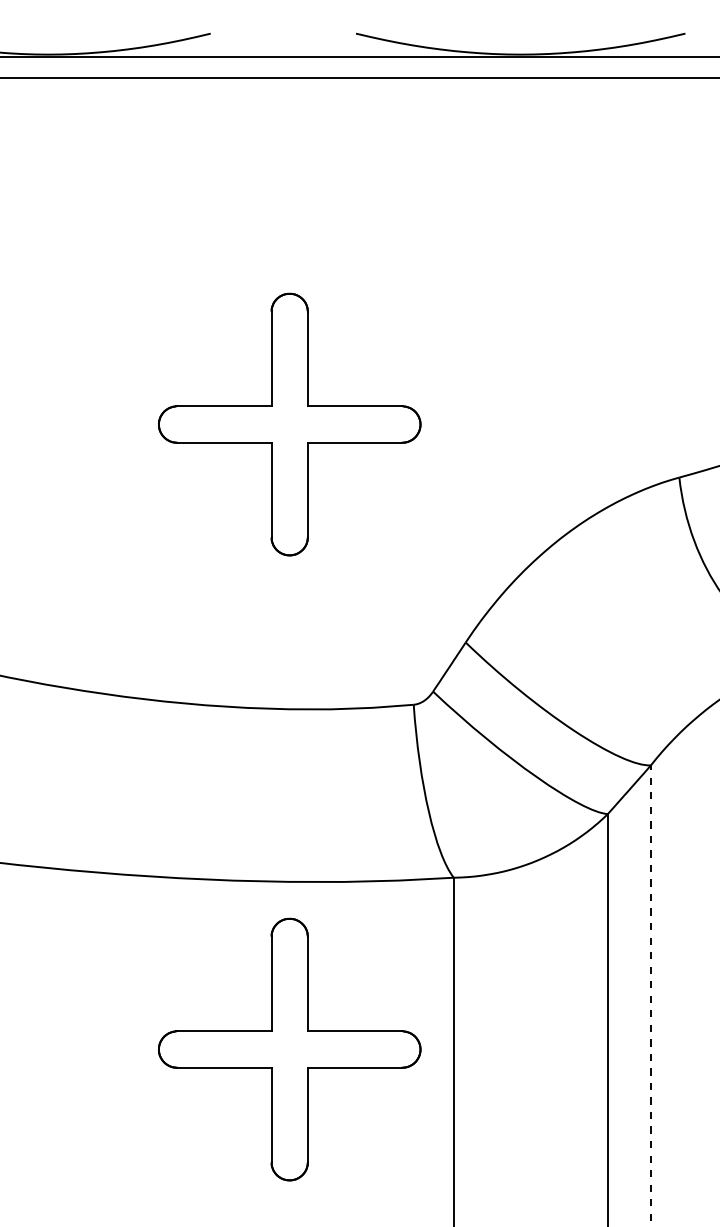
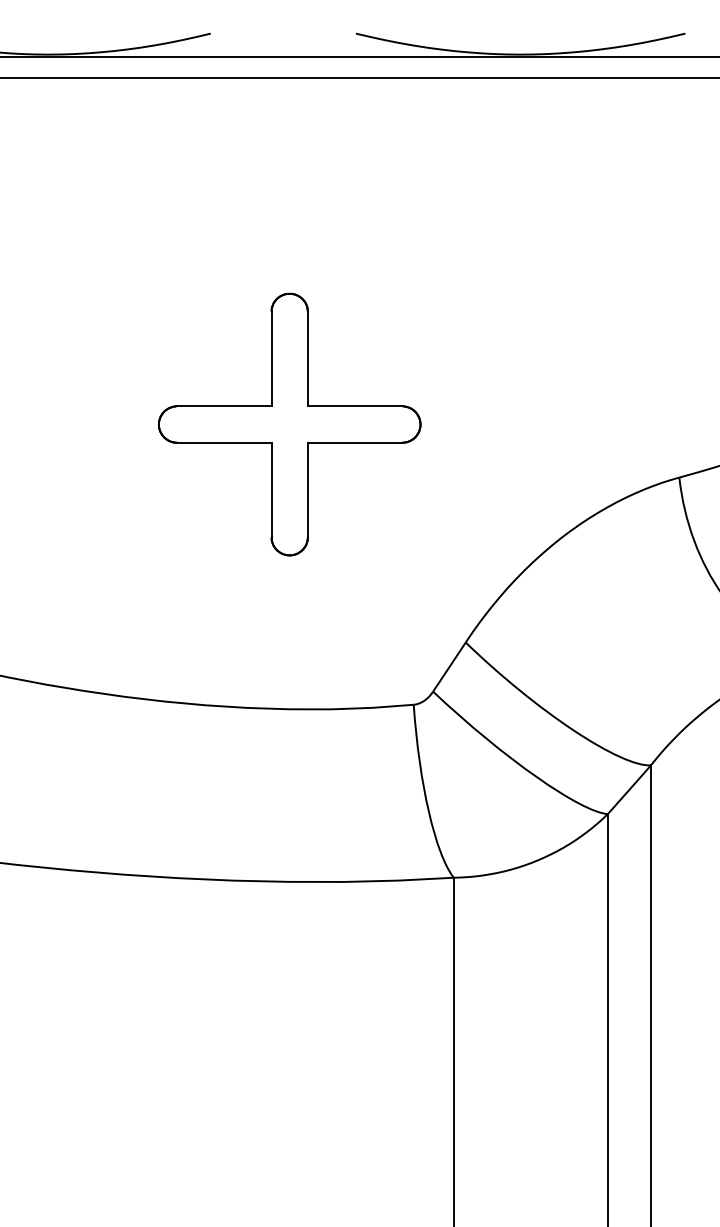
line at (650, 995): dashed -> solid
part at (289, 1049): present -> none
